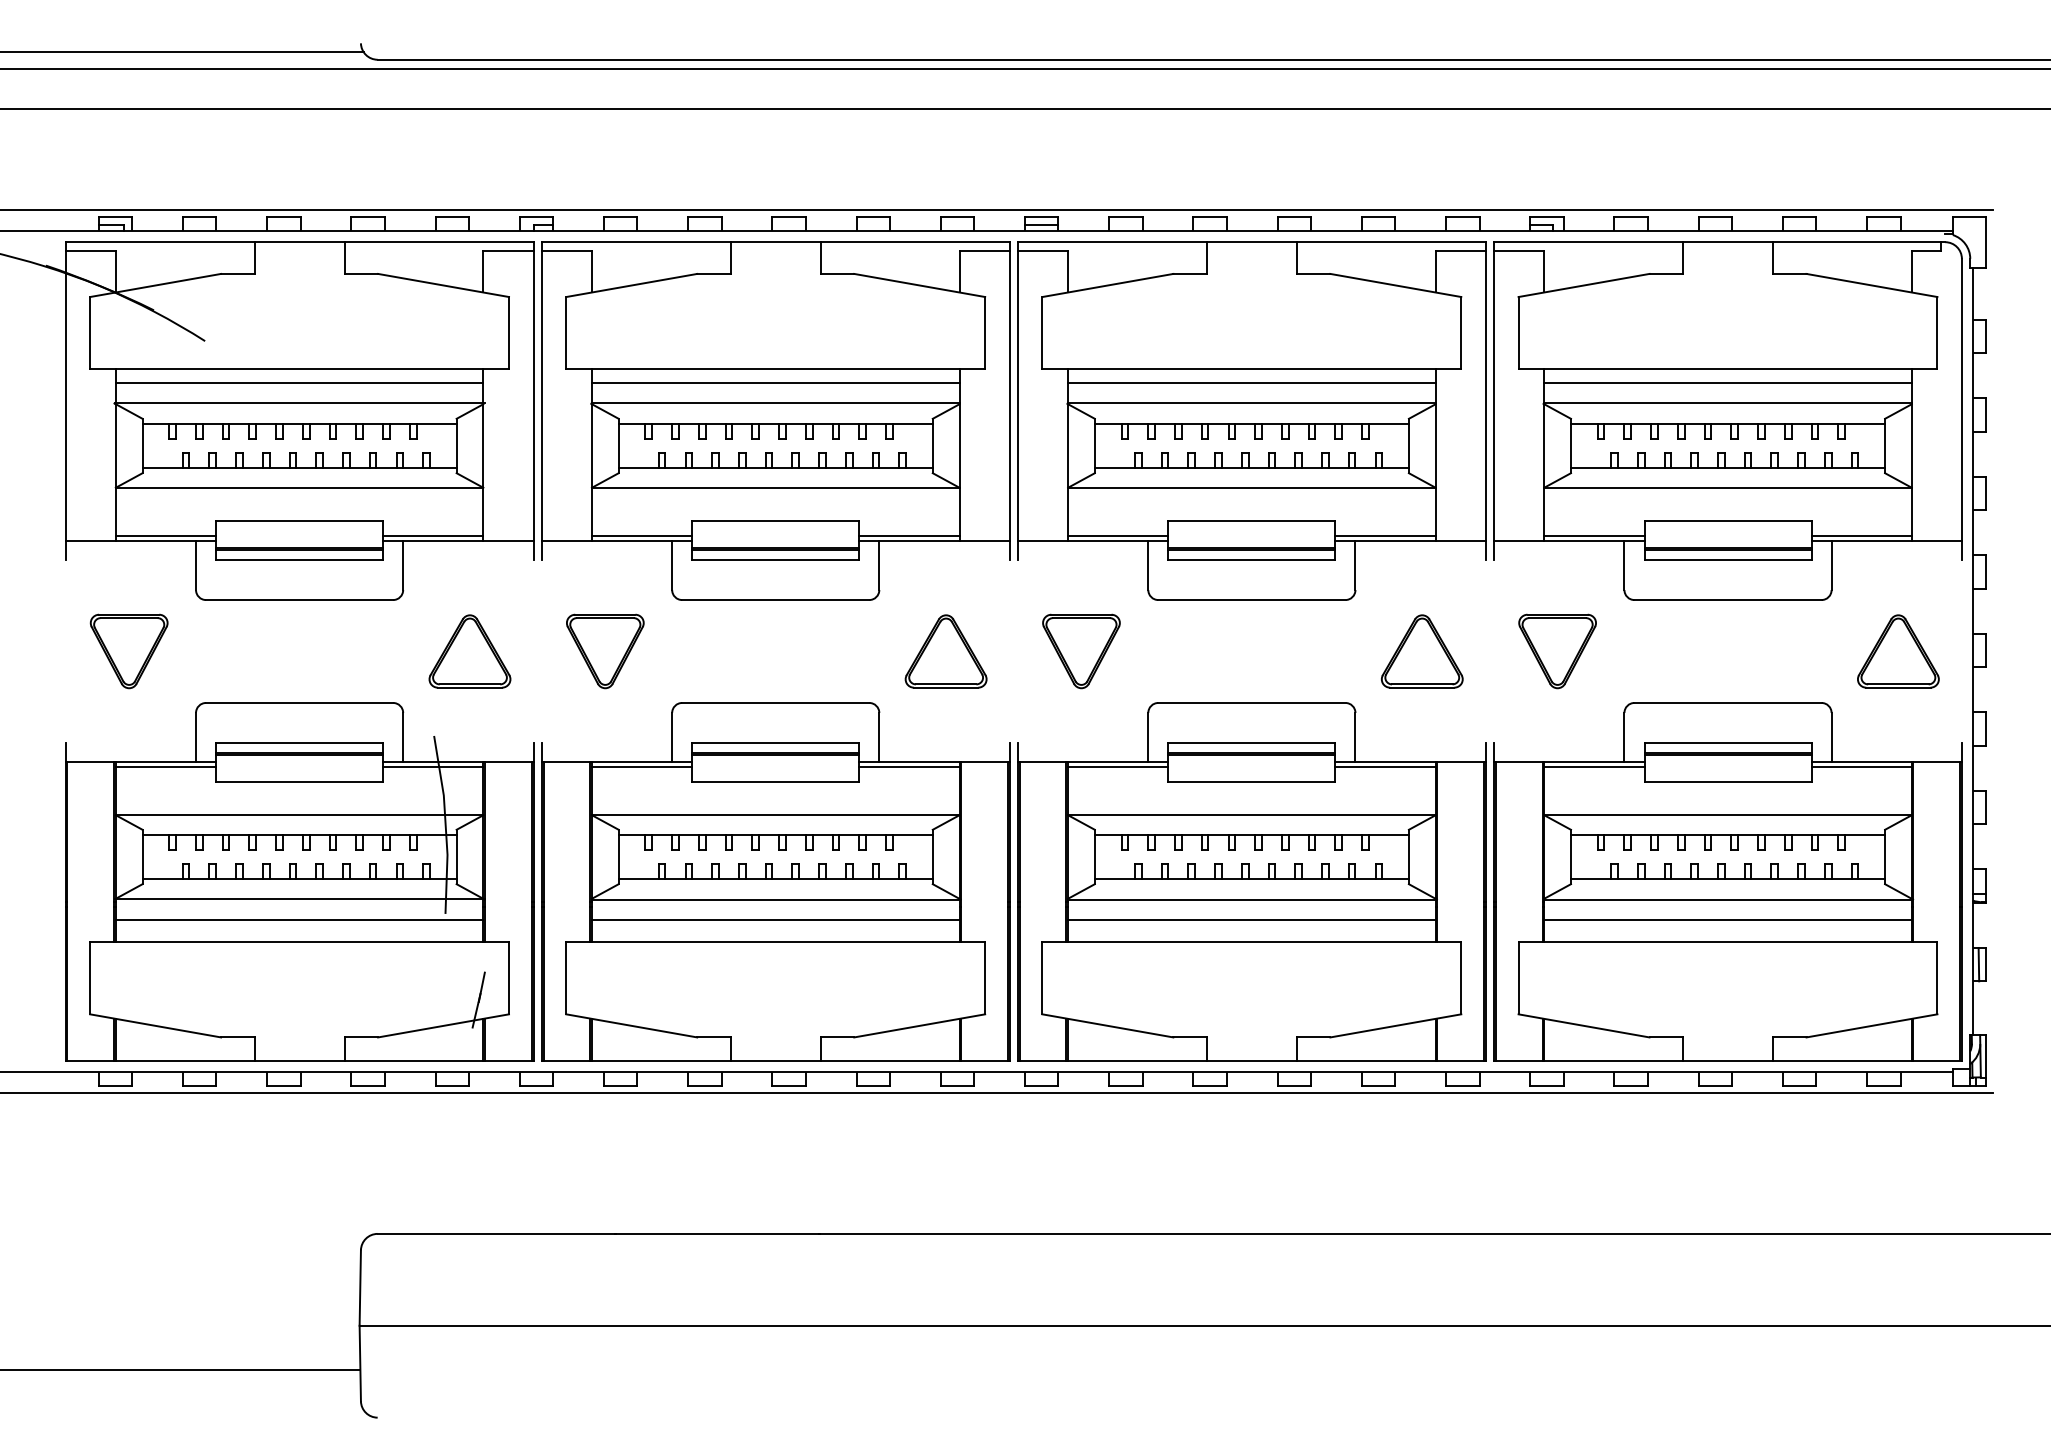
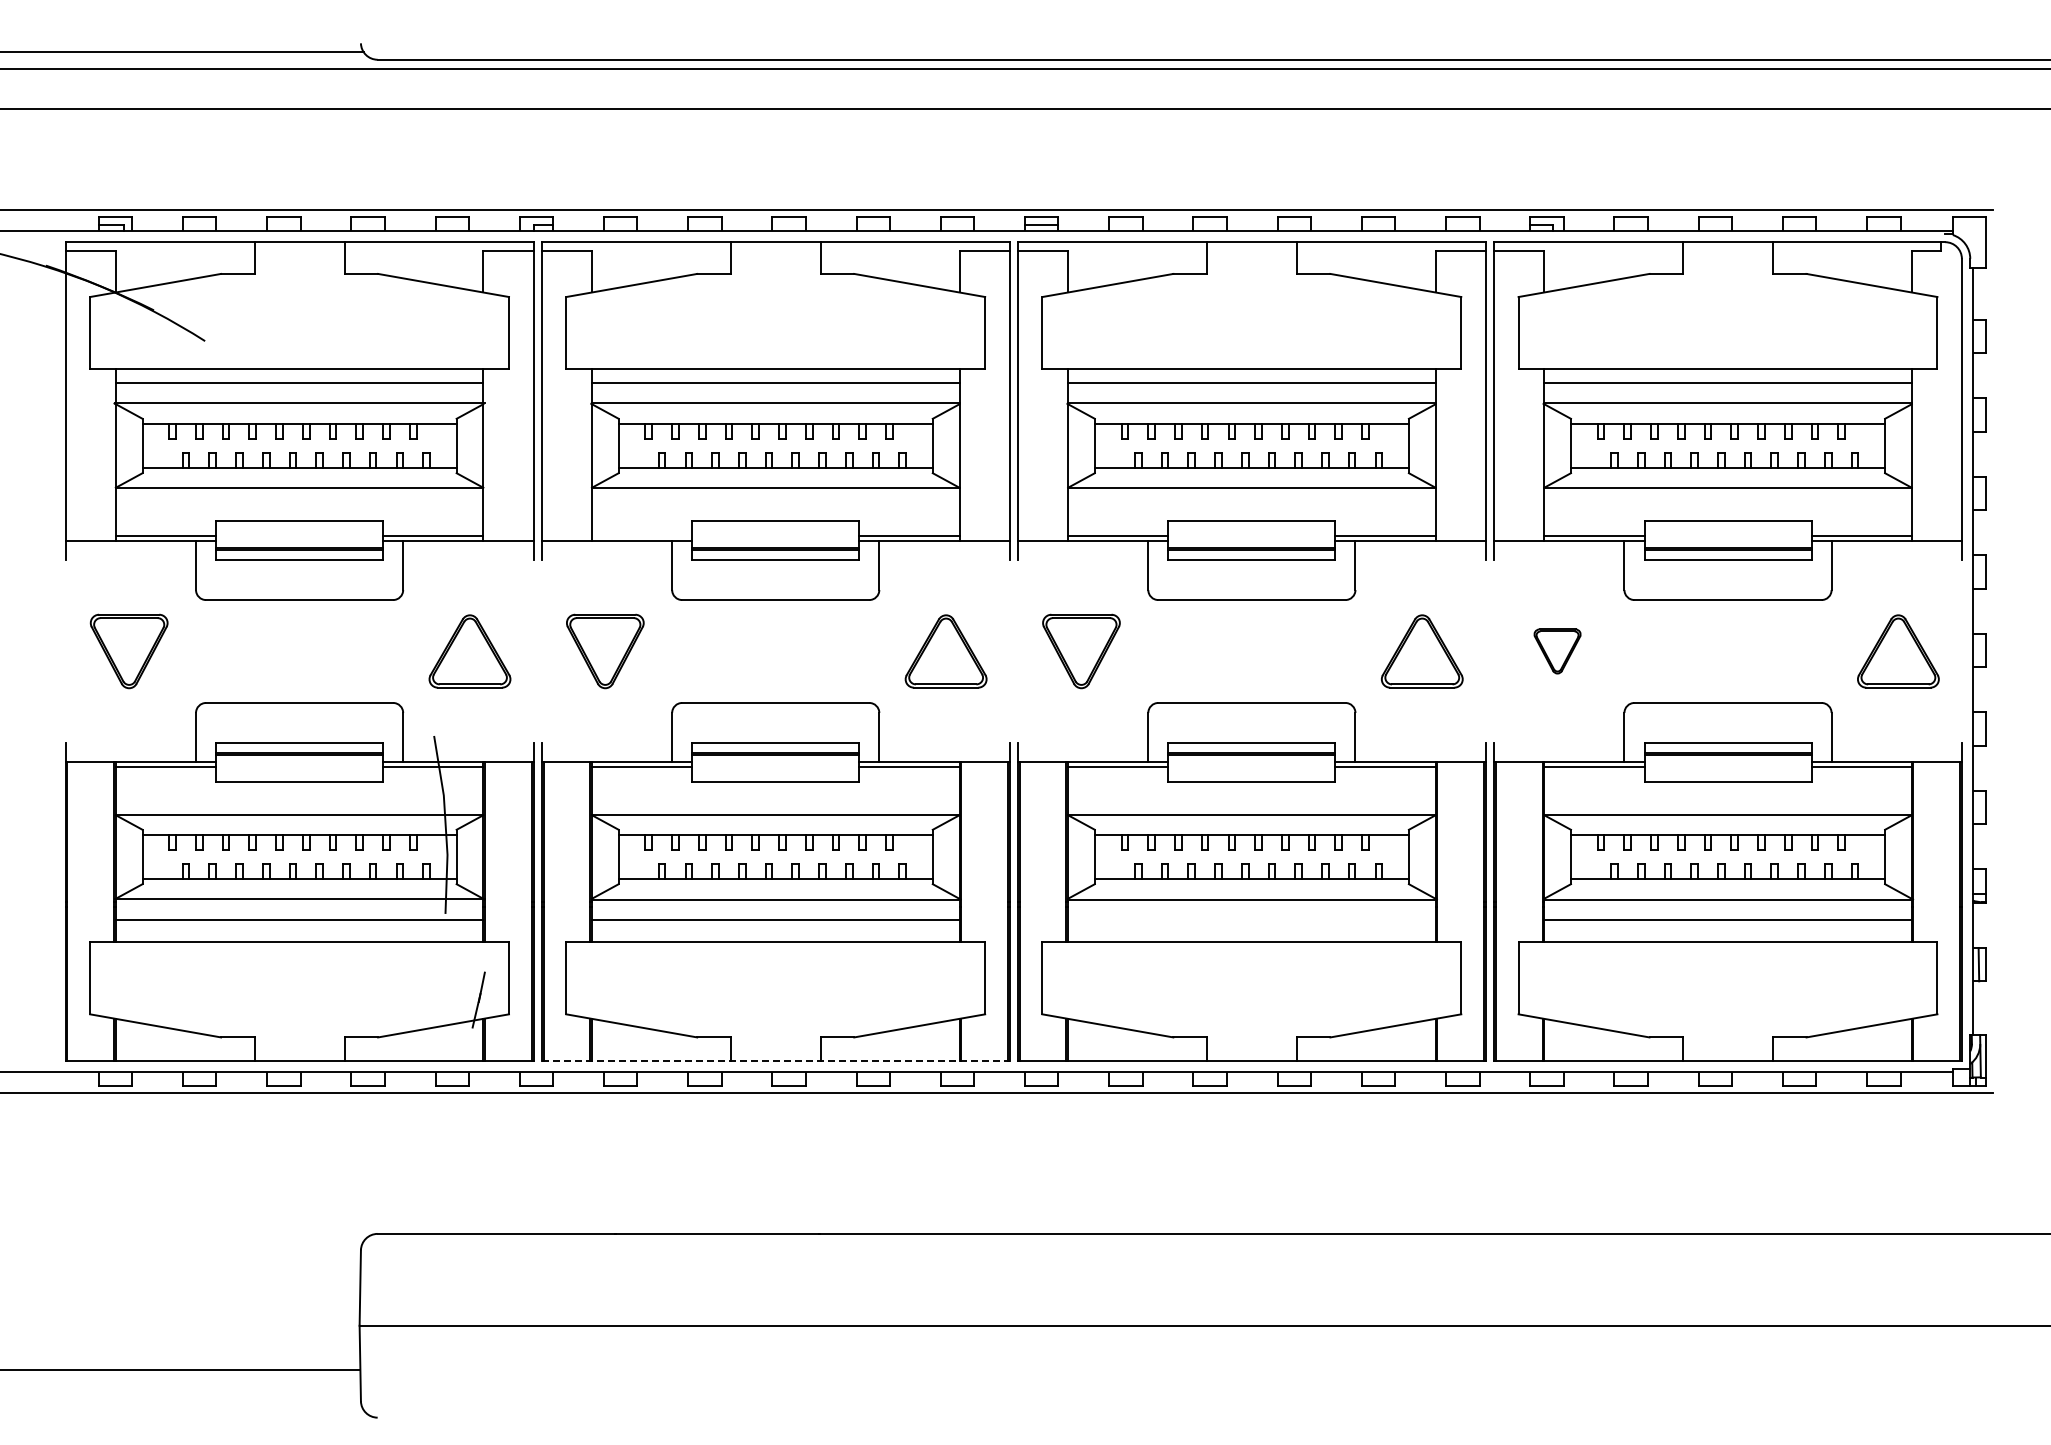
line at (641, 536): present -> none
part at (1557, 651) size: 79x77 px -> 49x47 px
line at (1251, 920): present -> none
line at (775, 1060): solid -> dashed
